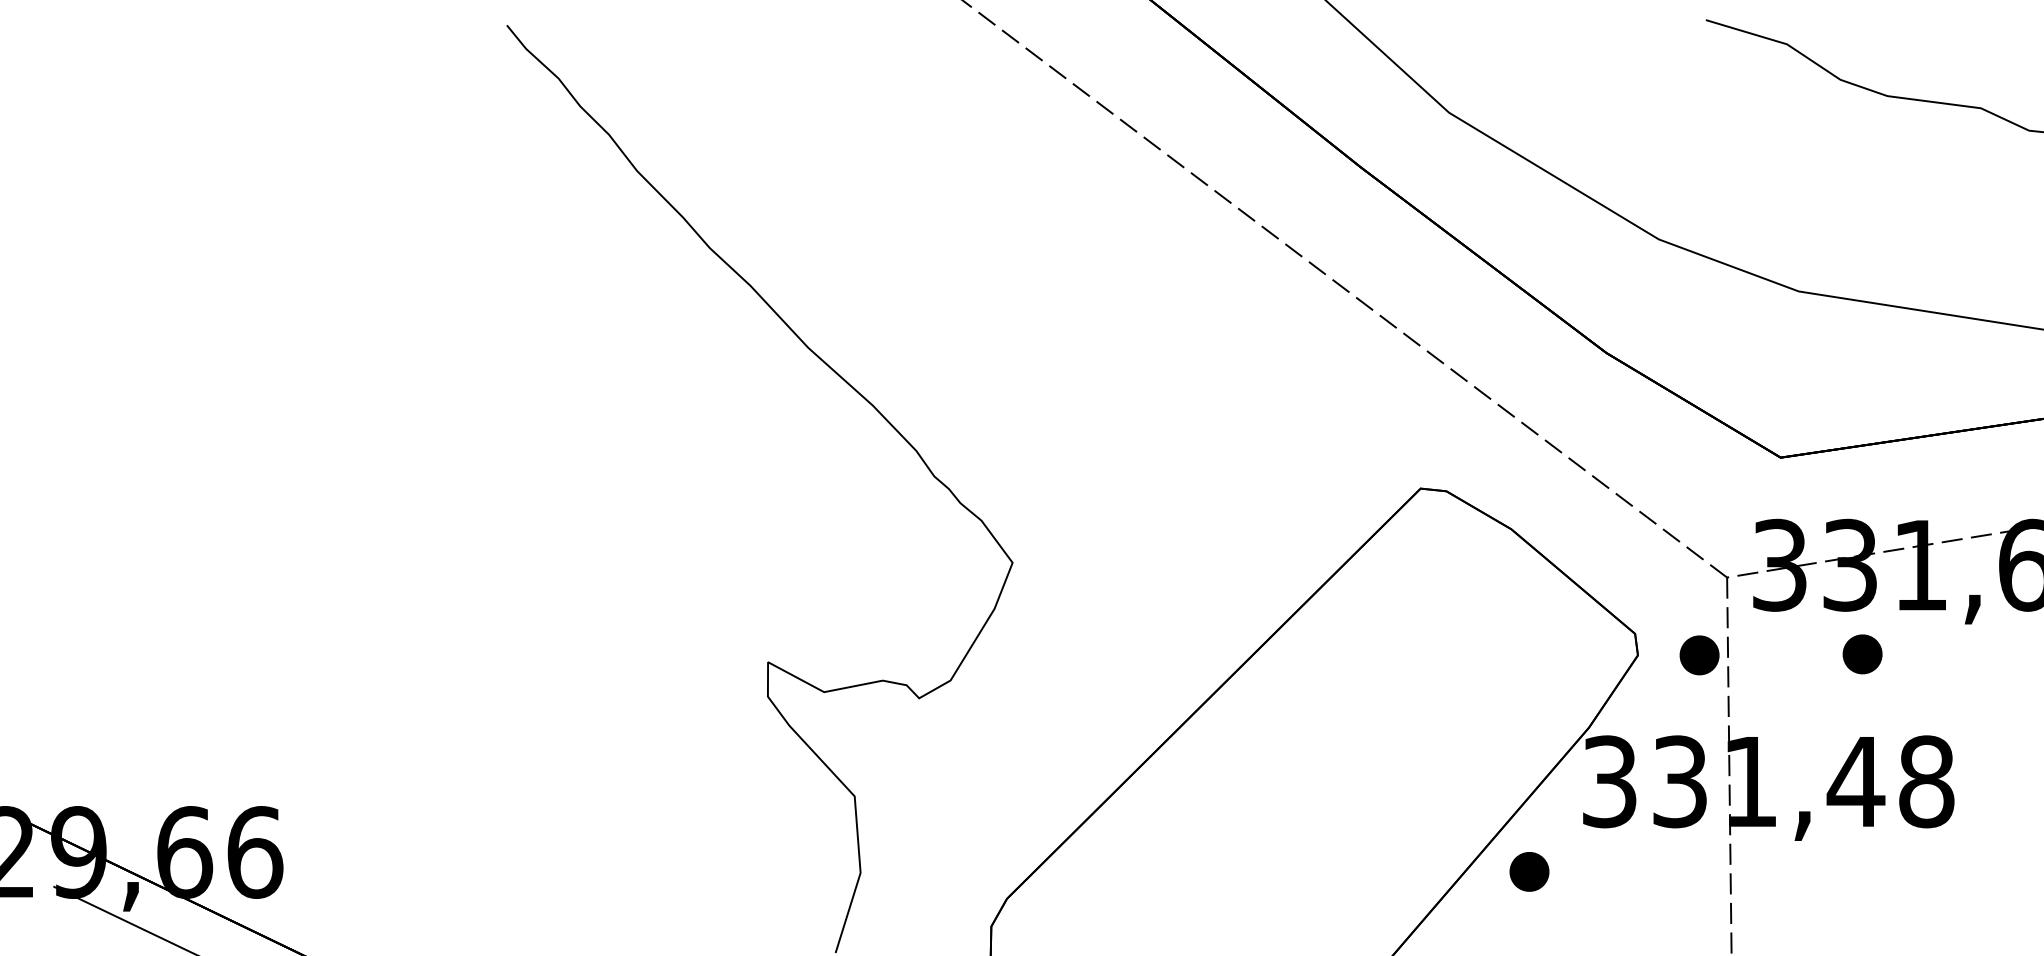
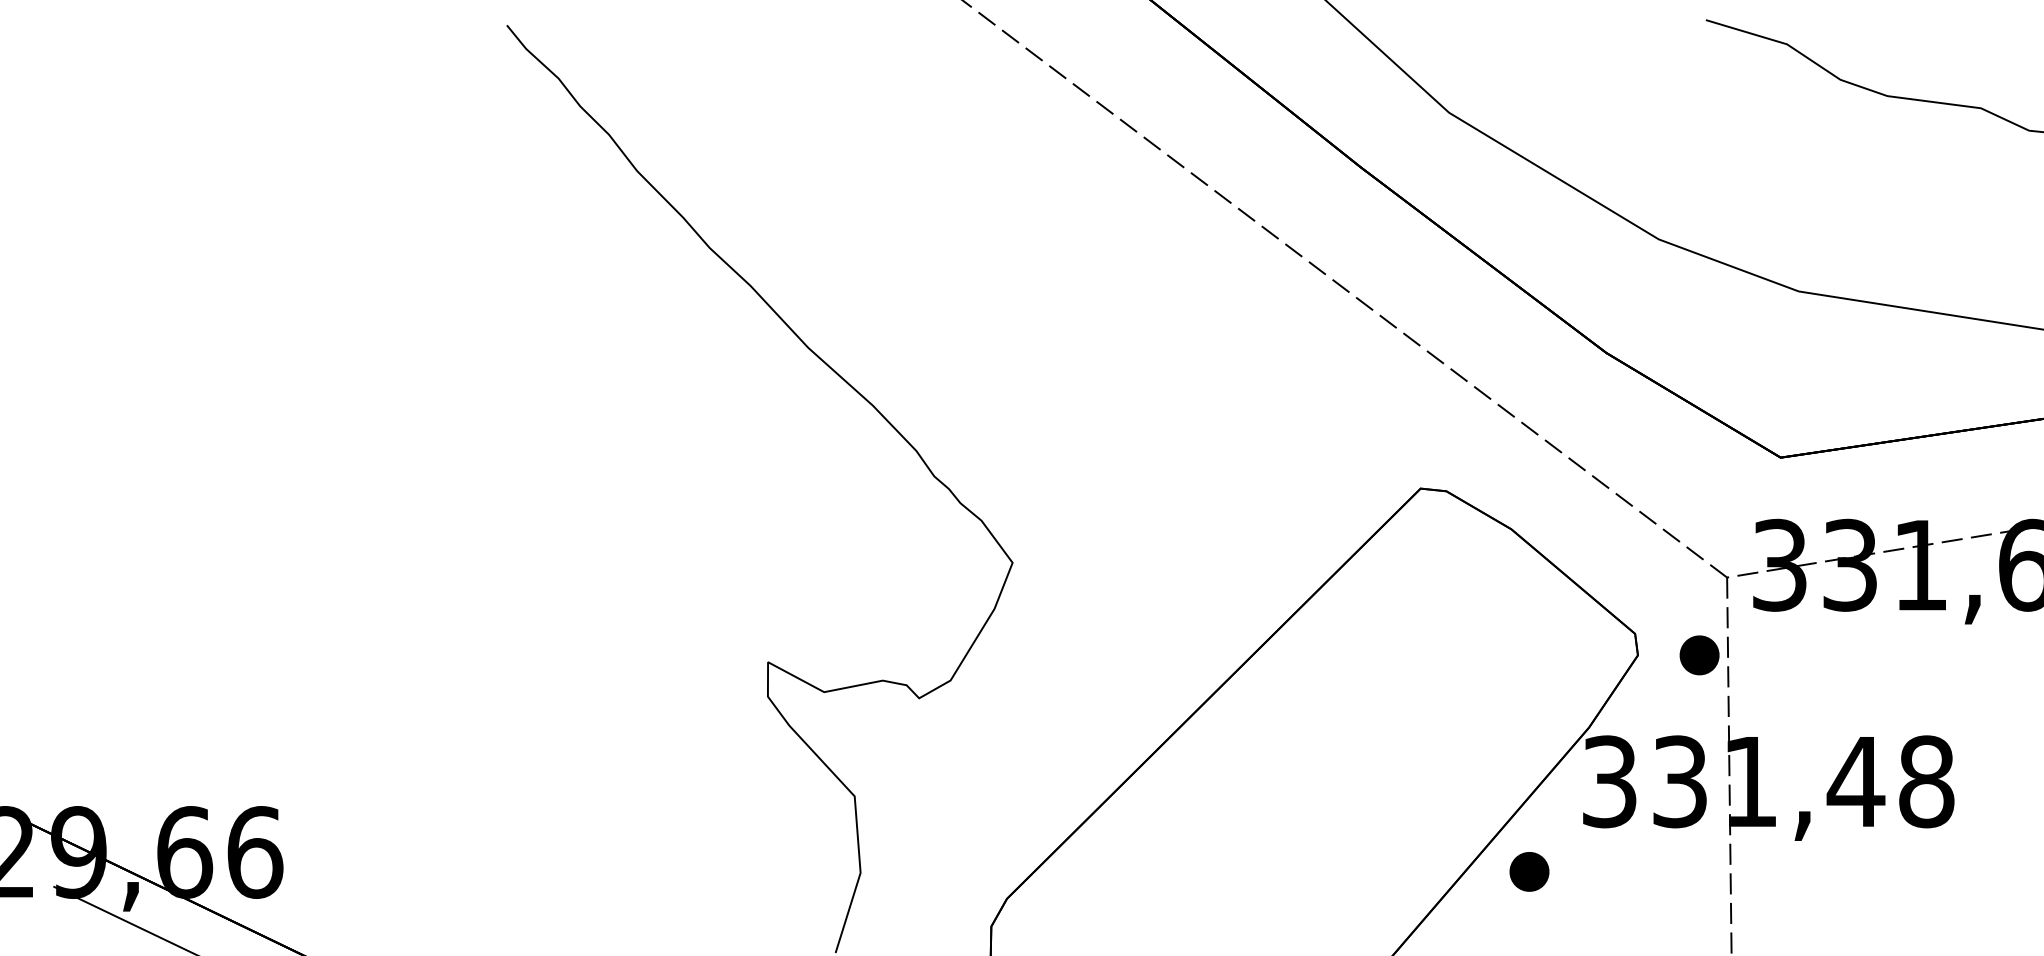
part at (1862, 654): present -> none
